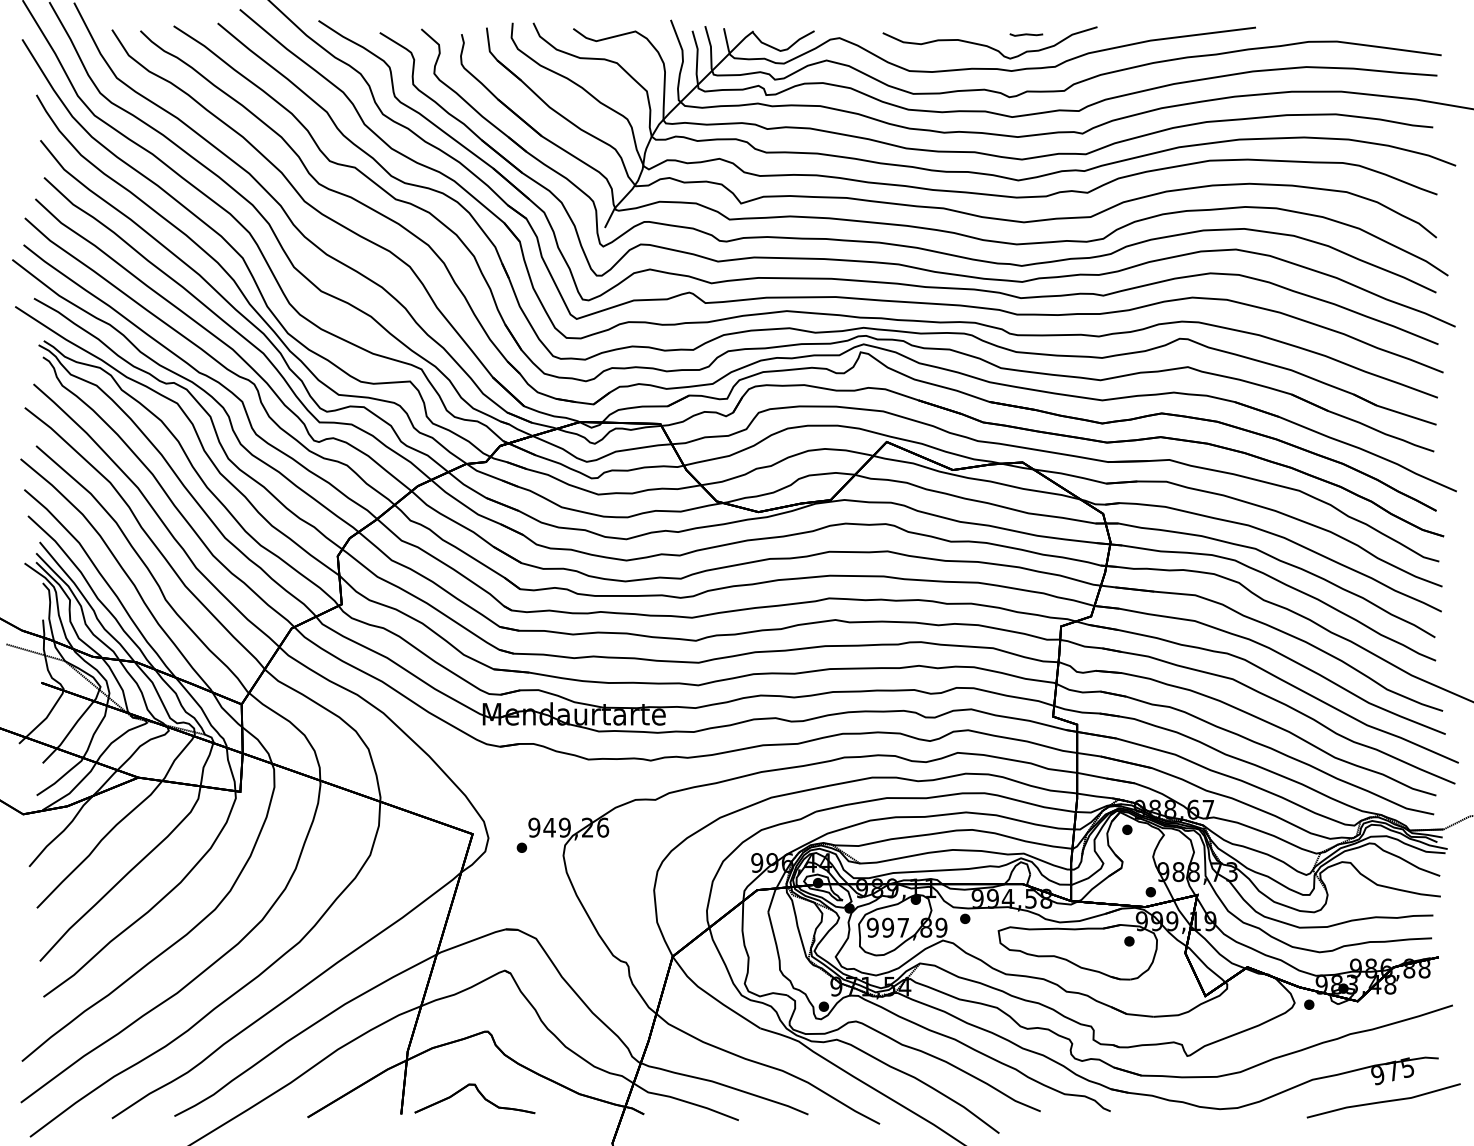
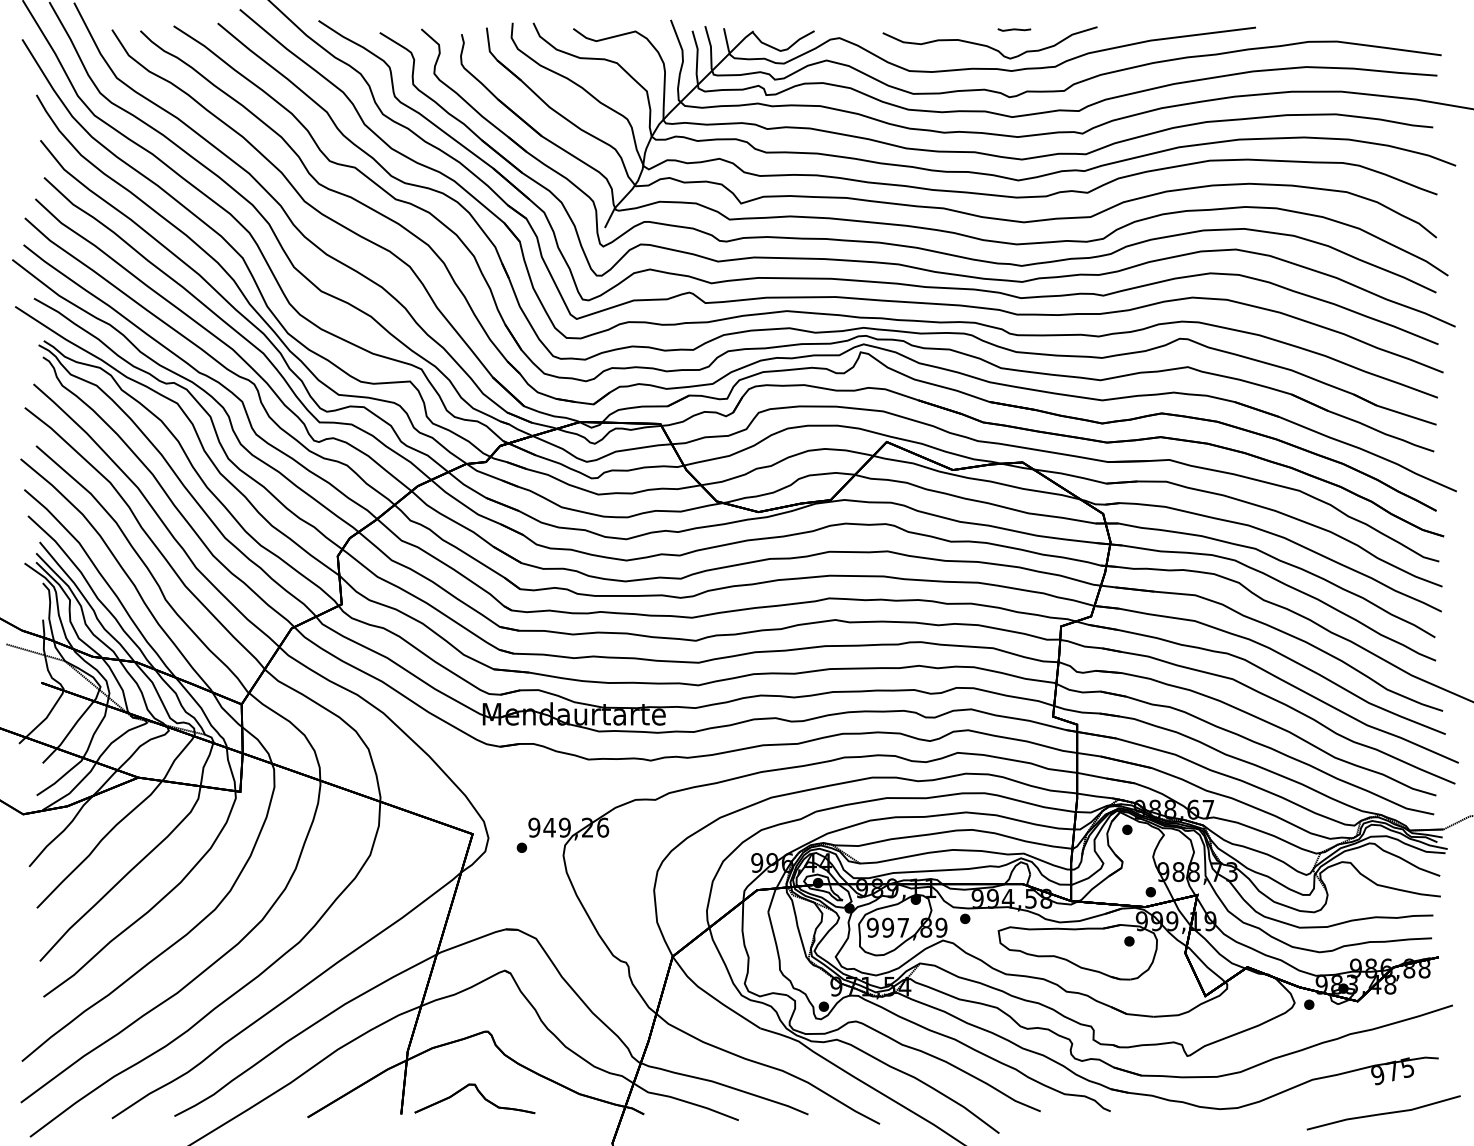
part at (1026, 34) position: (1026, 34) -> (1014, 29)
line at (1384, 1100) position: (1384, 1100) -> (1384, 1112)
